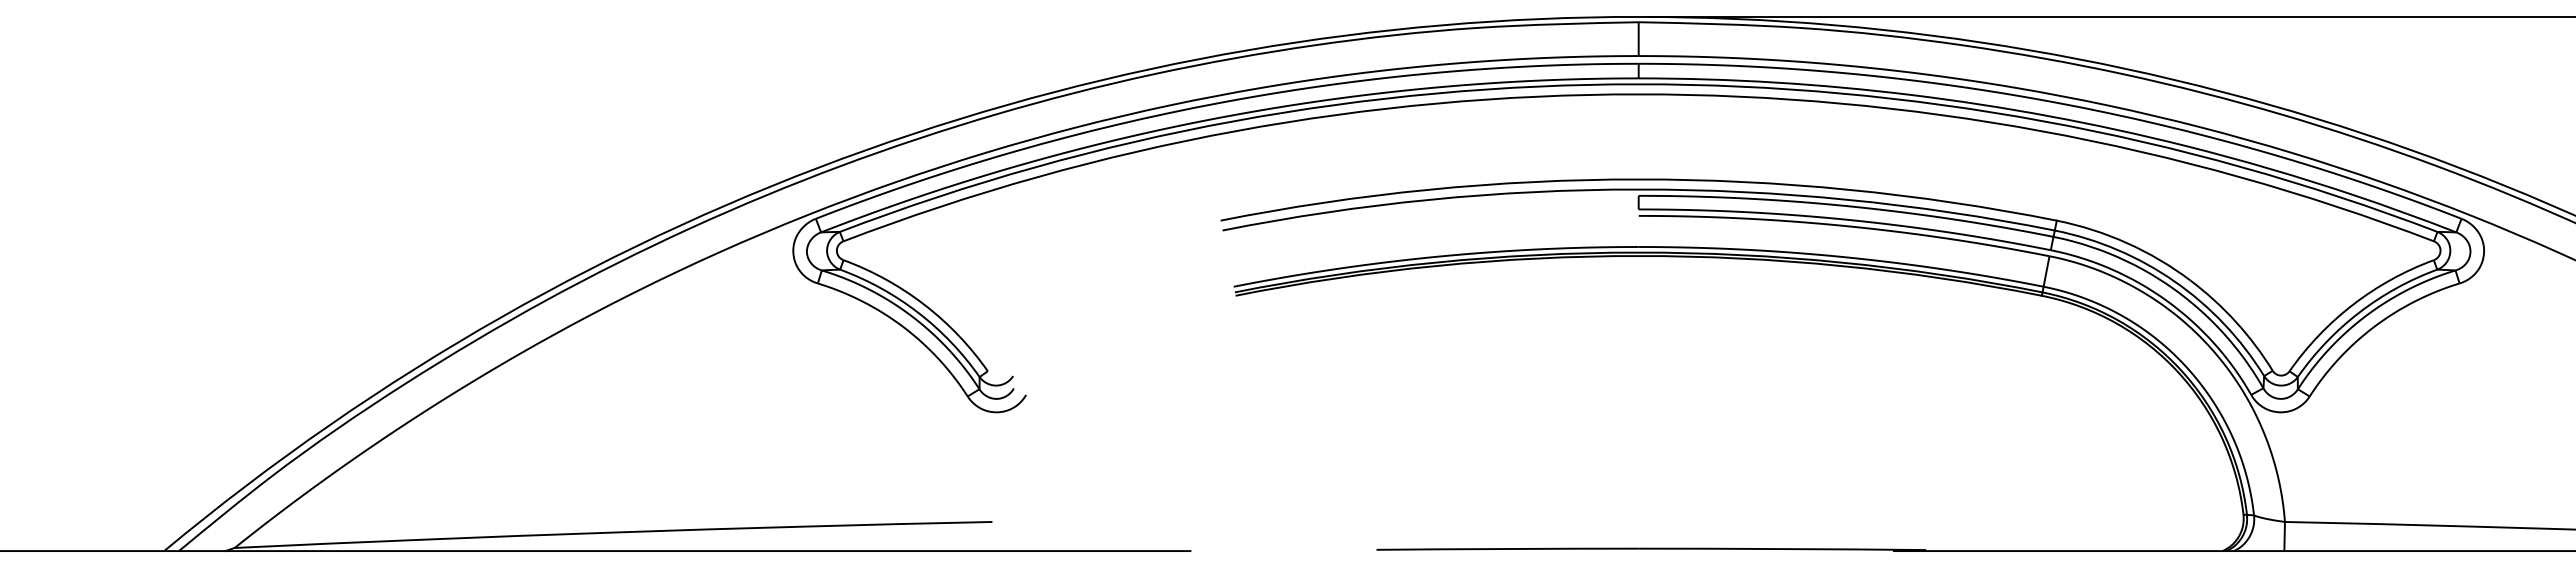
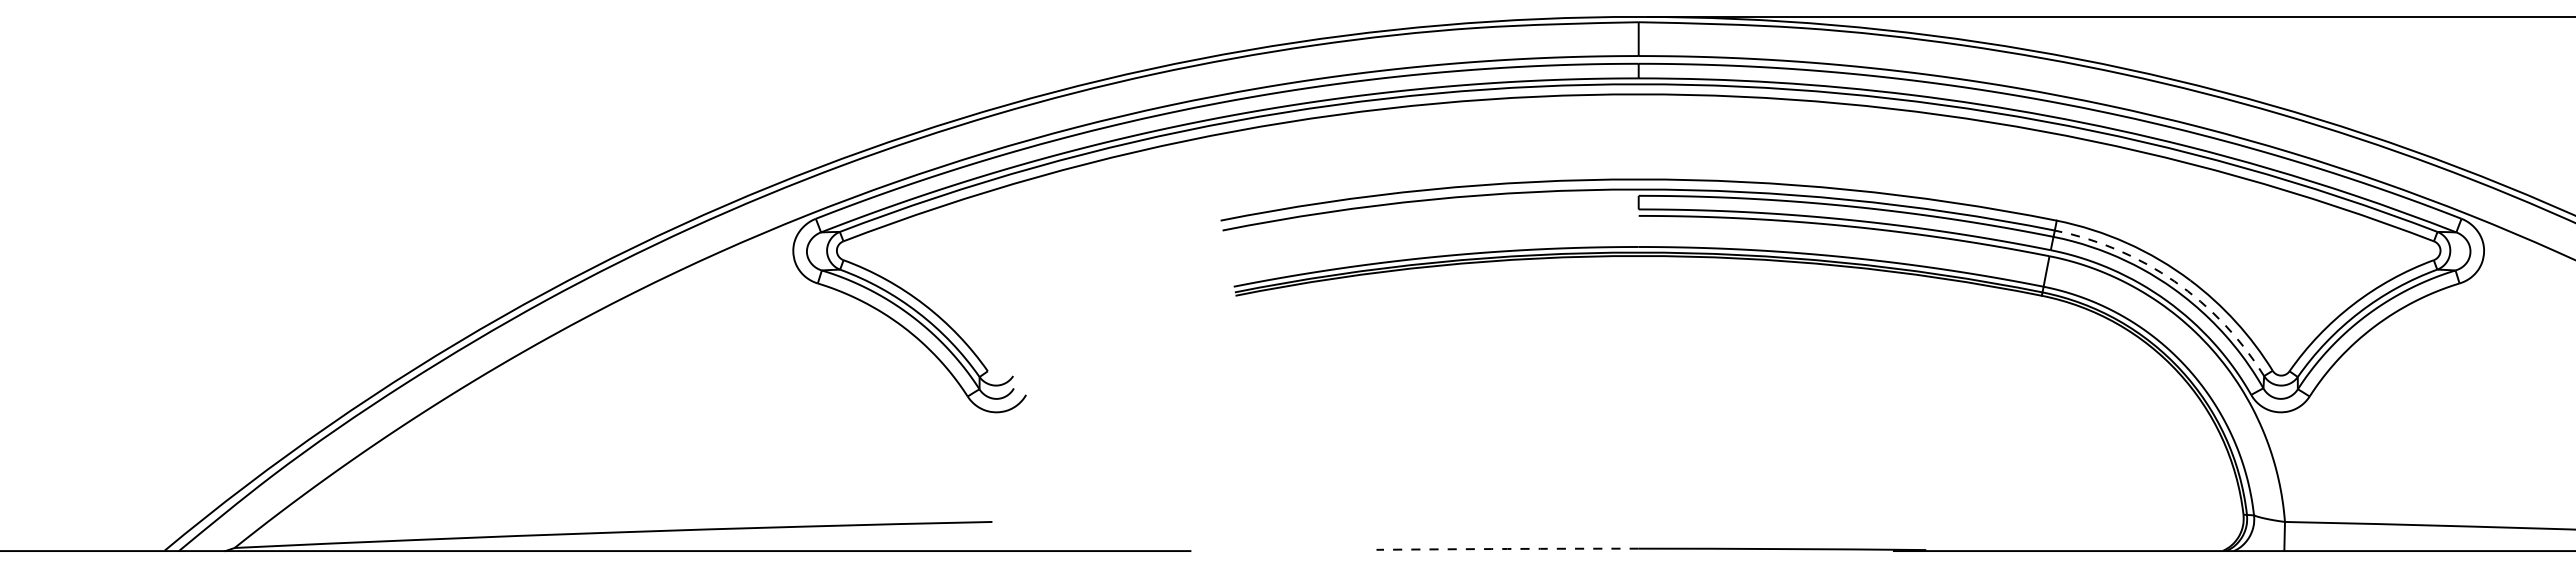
arc at (2174, 281): solid -> dashed
arc at (1507, 548): solid -> dashed
